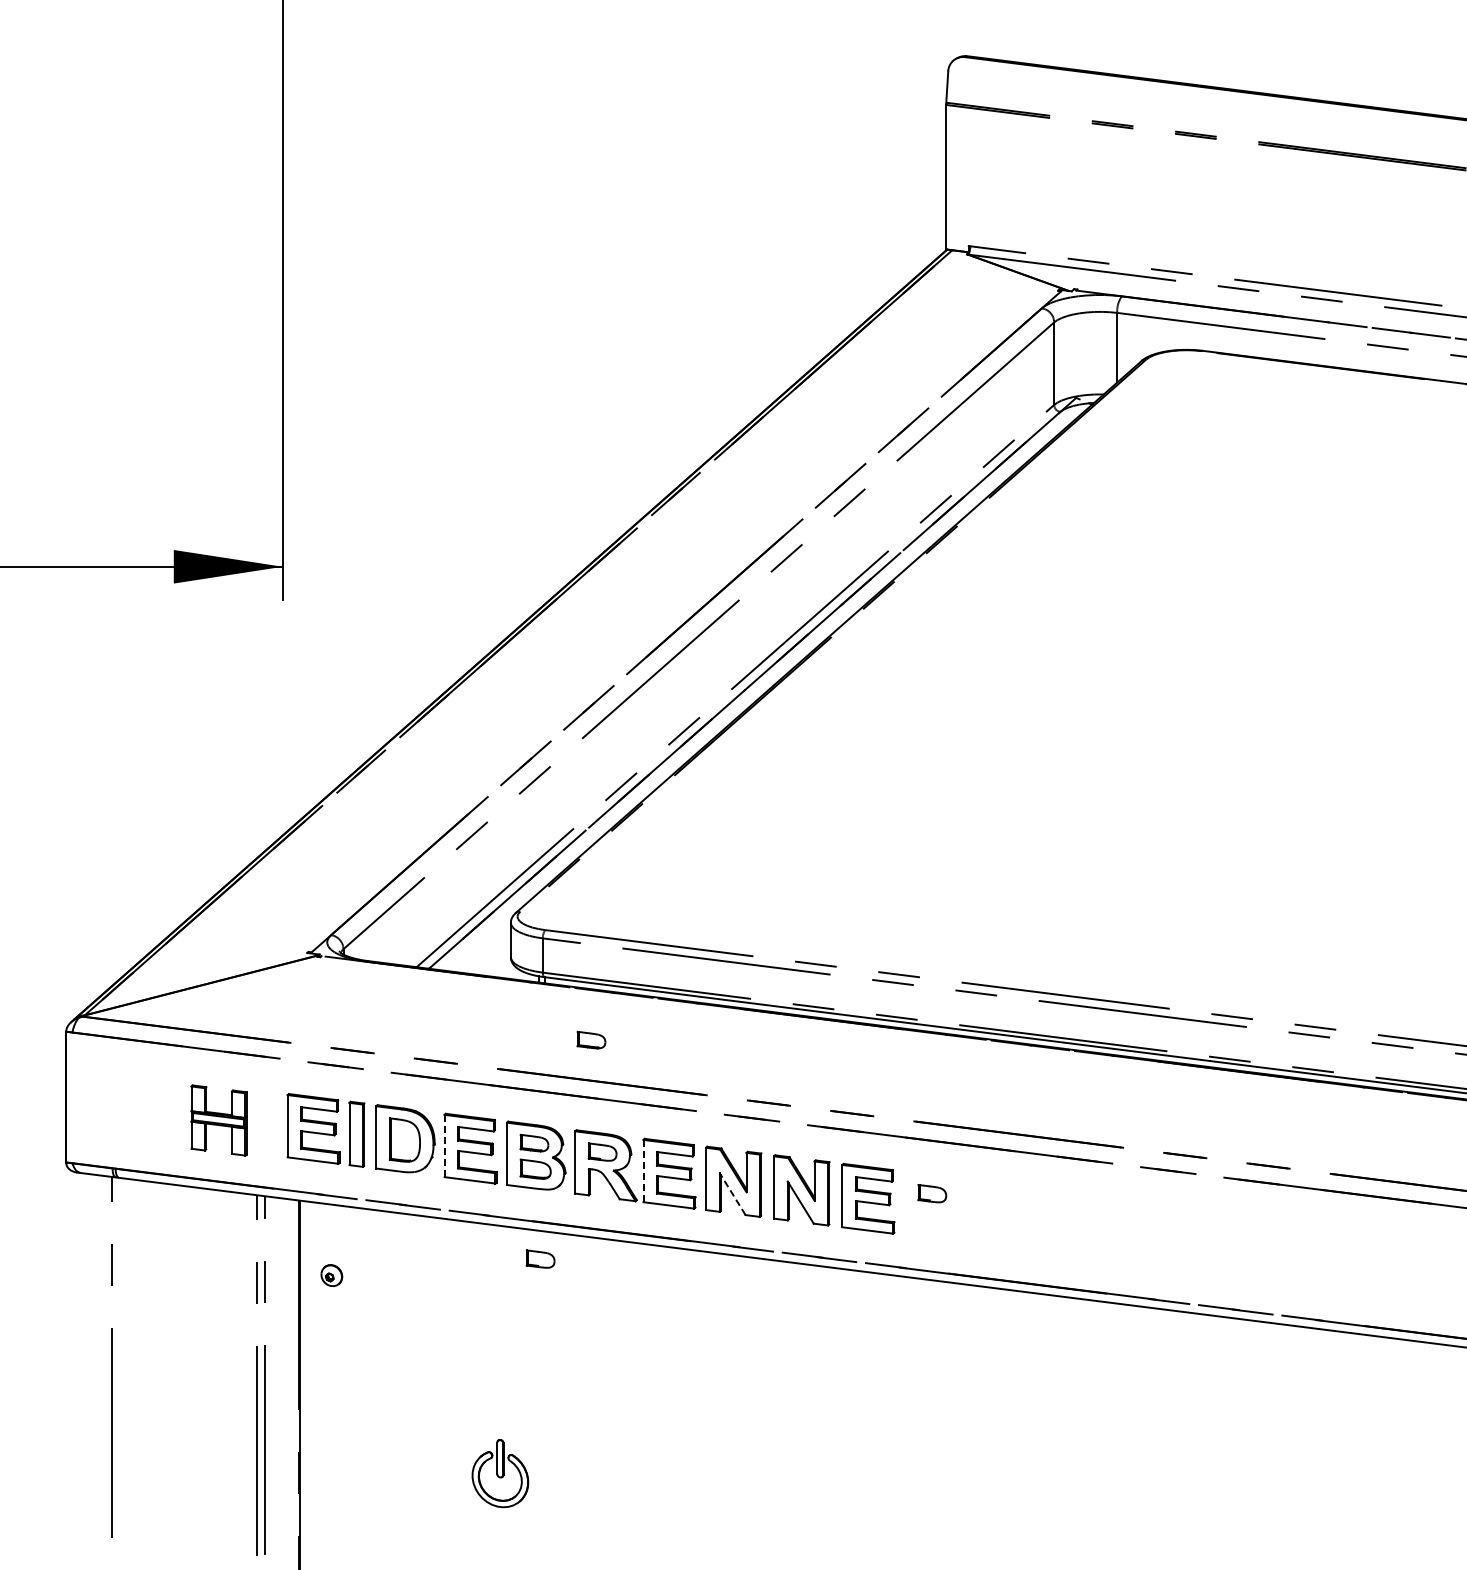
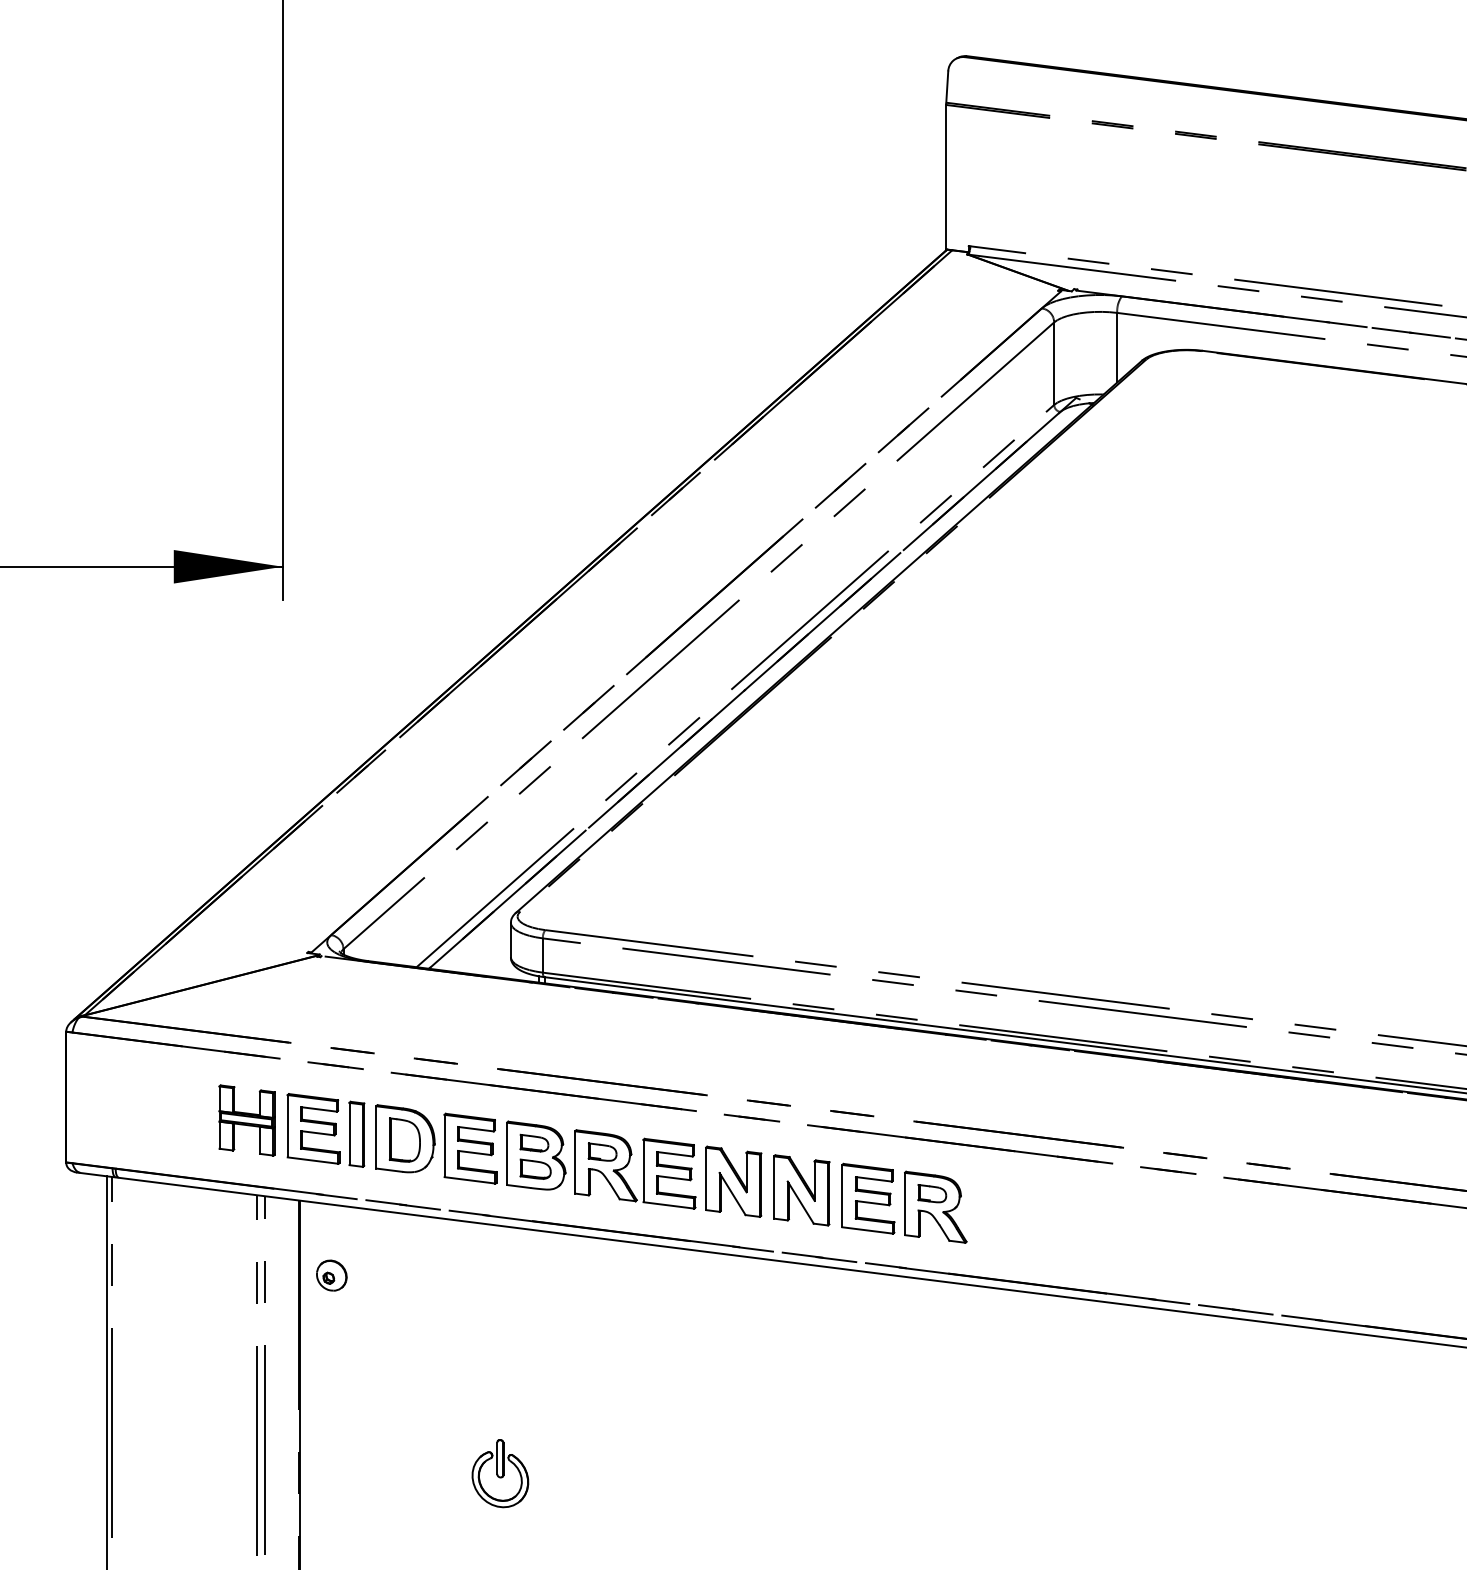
part at (591, 1039): present -> none
part at (218, 1120) position: (218, 1120) -> (246, 1120)
line at (444, 1145): dashed -> solid
line at (643, 1170): dashed -> solid
line at (732, 1194): dashed -> solid
part at (935, 1206): none -> present
part at (540, 1258): present -> none
part at (331, 1275) size: 24x23 px -> 32x33 px
line at (107, 1371): none -> present
